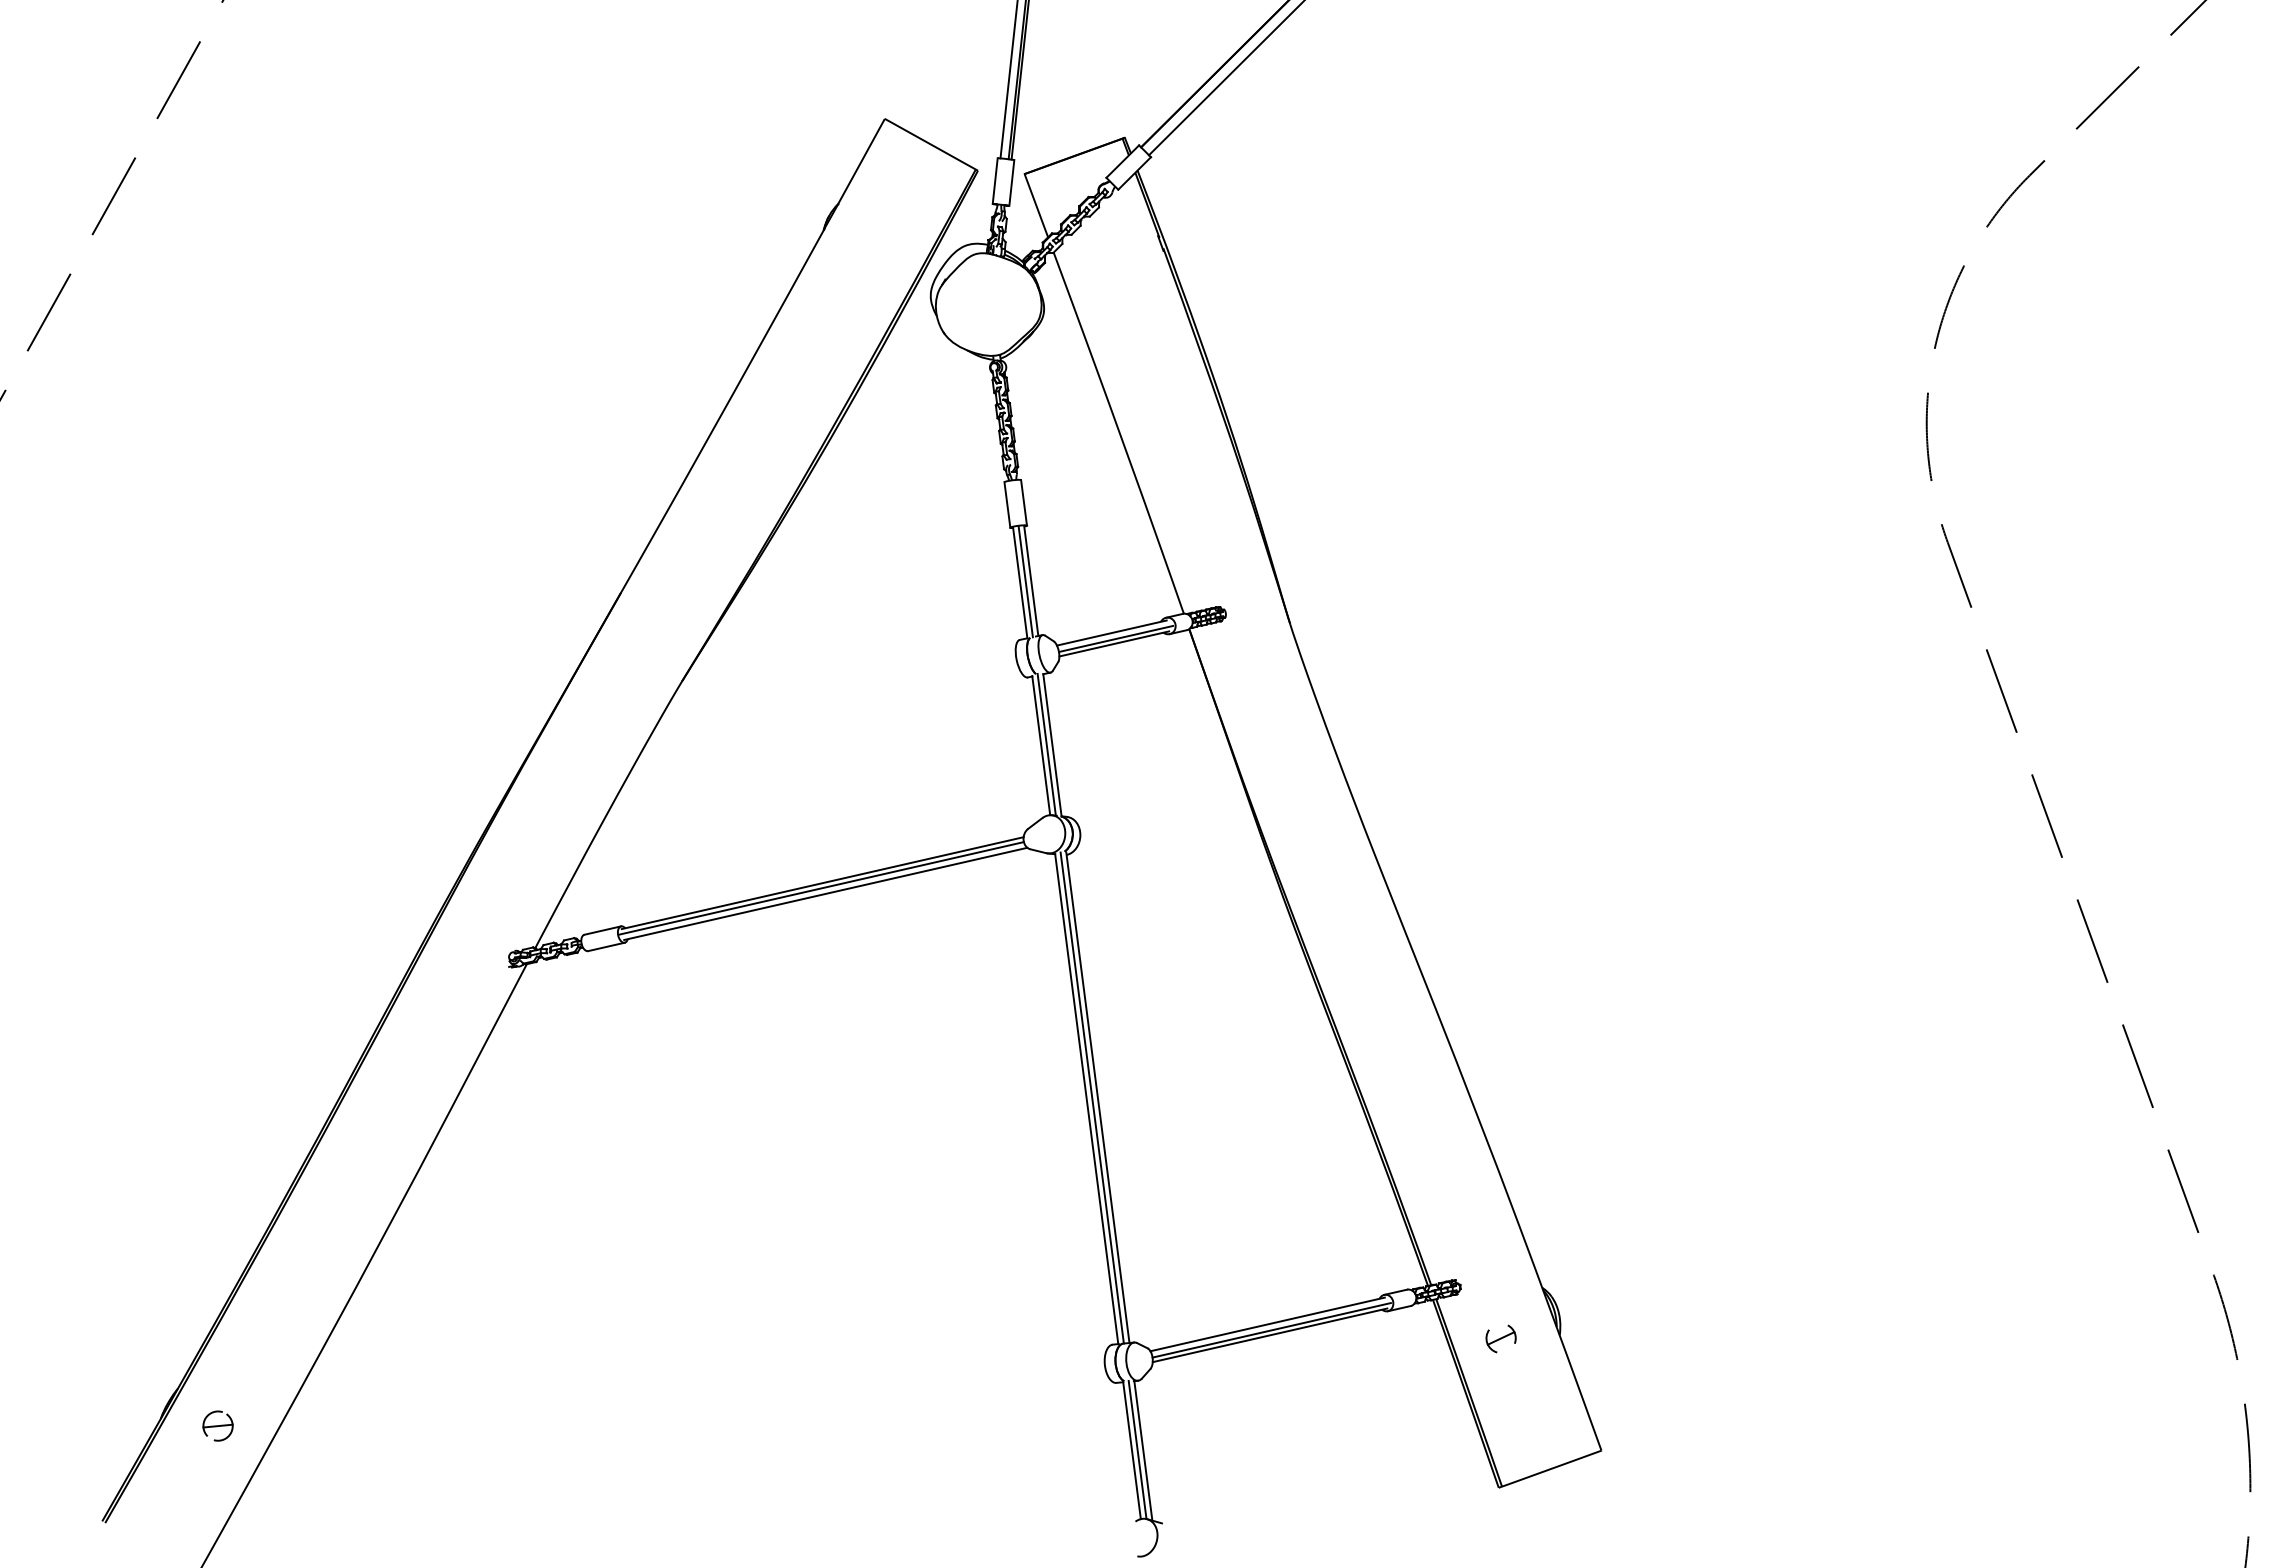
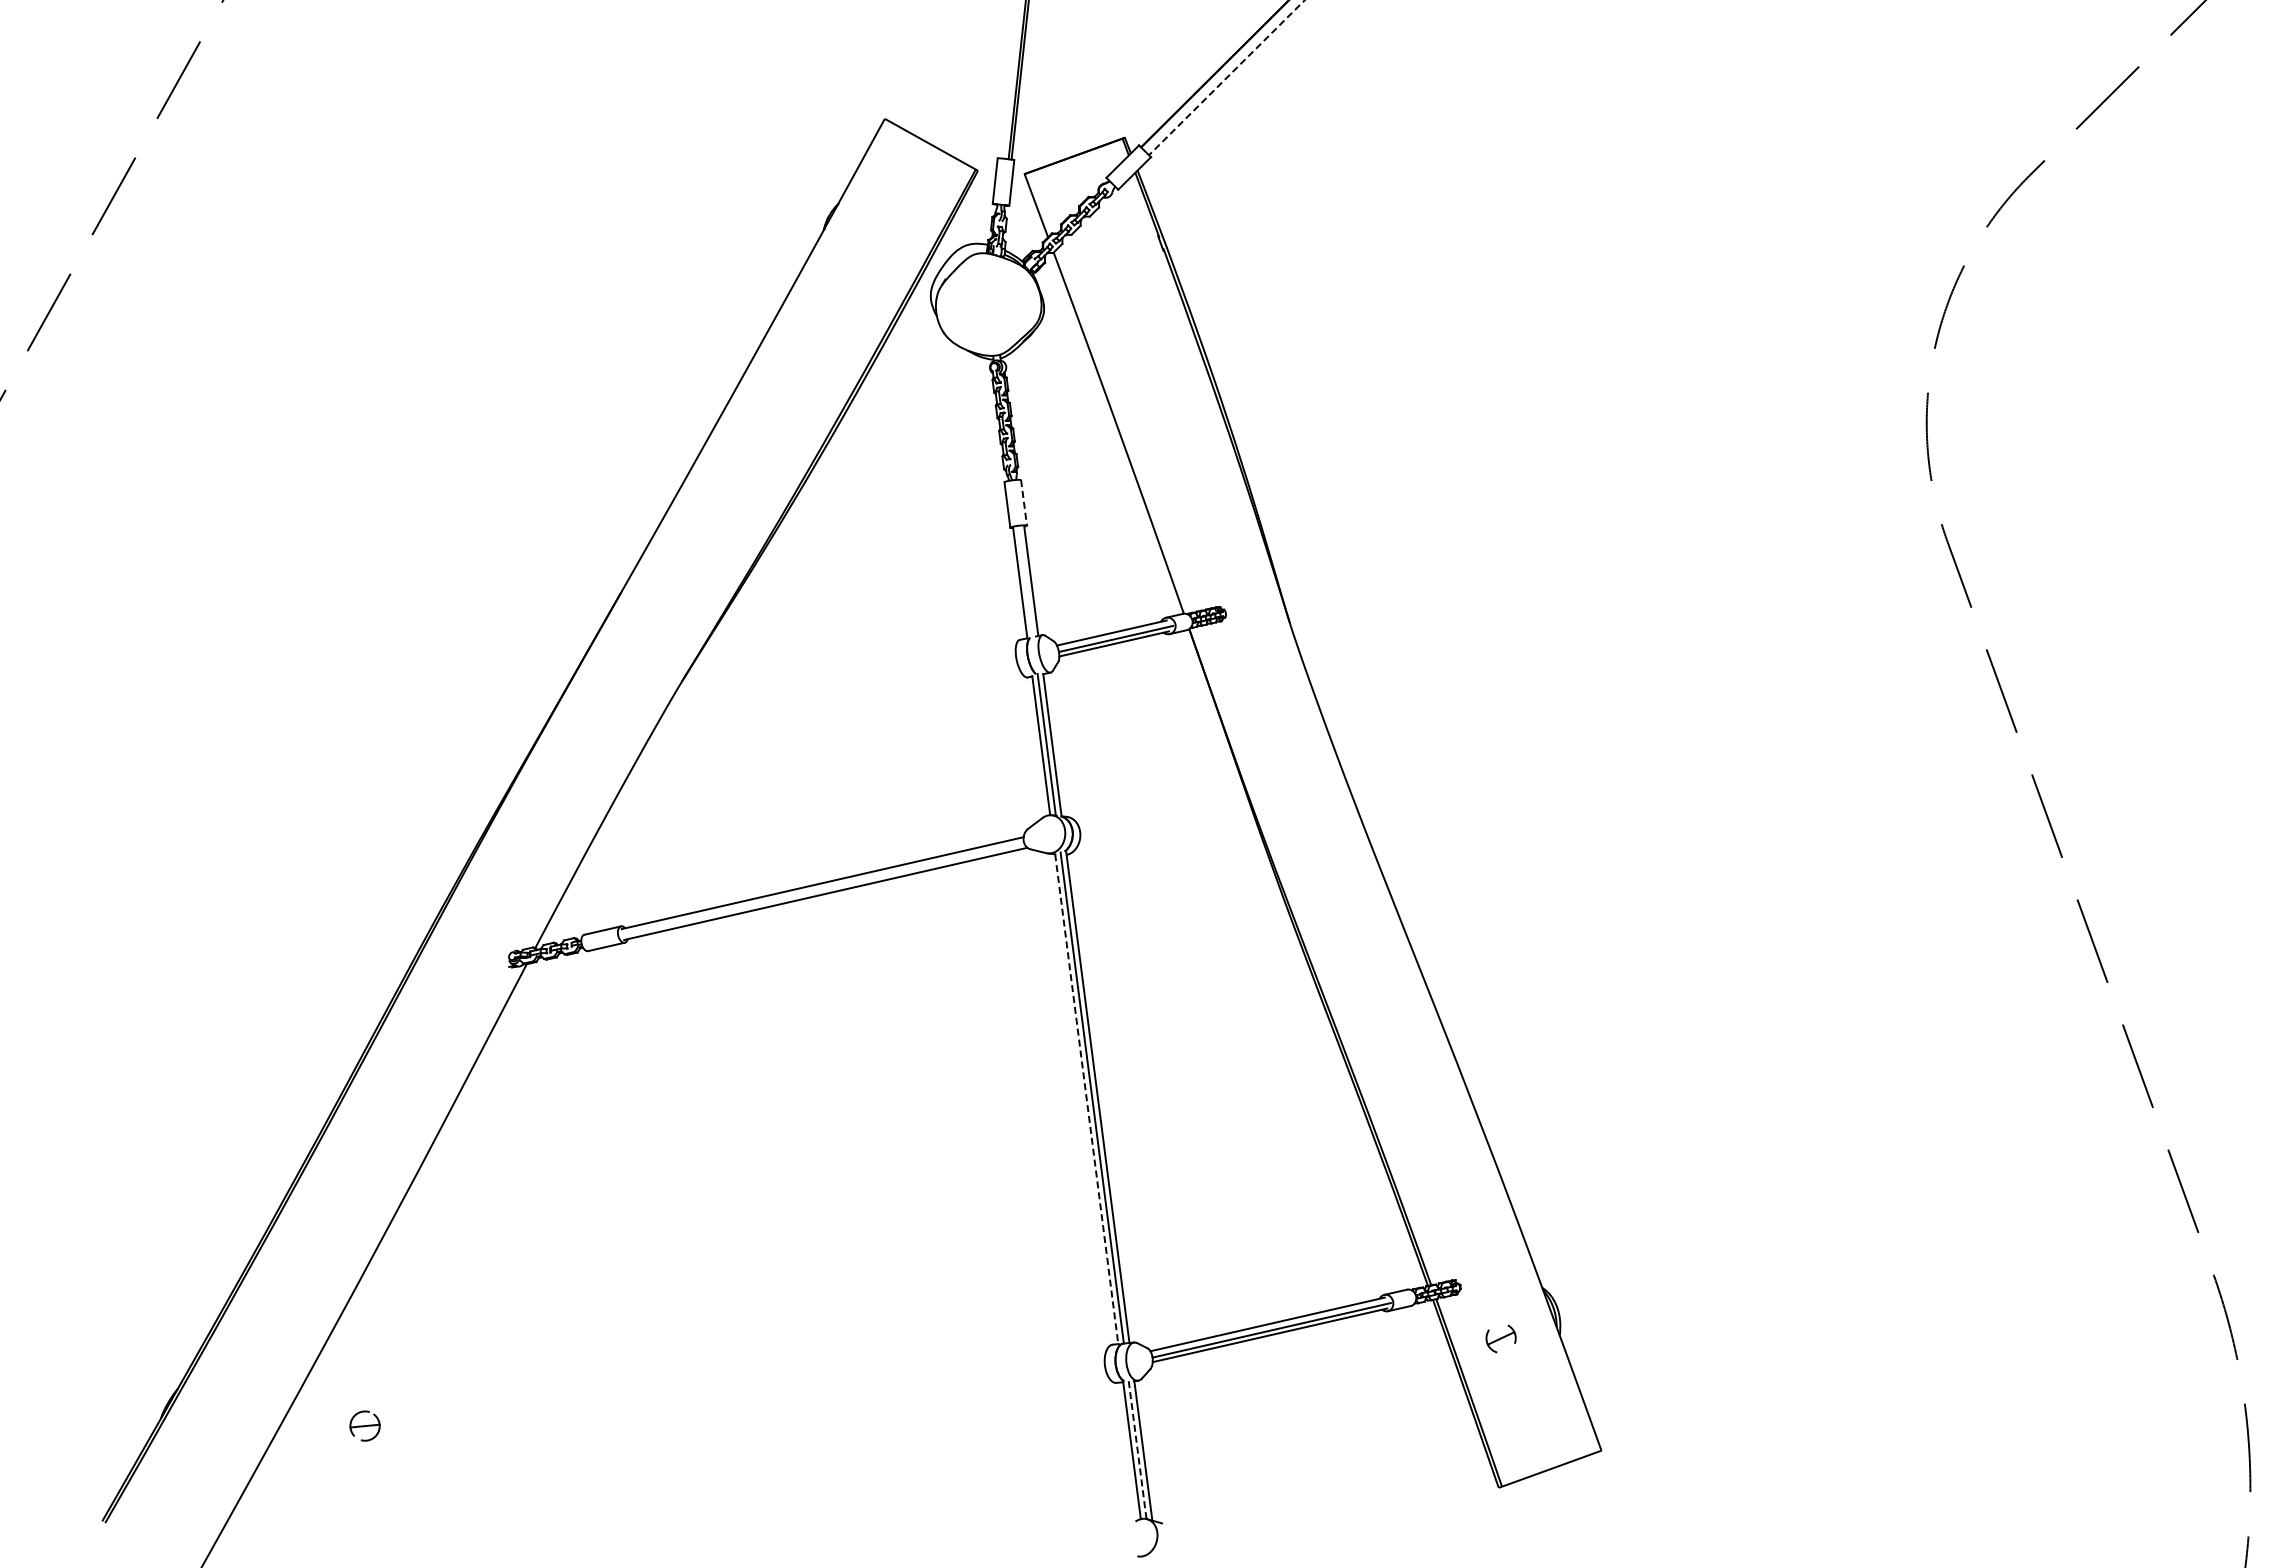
line at (1226, 77): solid -> dashed
line at (1008, 80): present -> none
line at (1024, 502): solid -> dashed
line at (1025, 581): present -> none
line at (821, 888): present -> none
line at (1086, 1099): solid -> dashed
part at (217, 1425) position: (217, 1425) -> (364, 1425)
line at (1137, 1449): solid -> dashed
